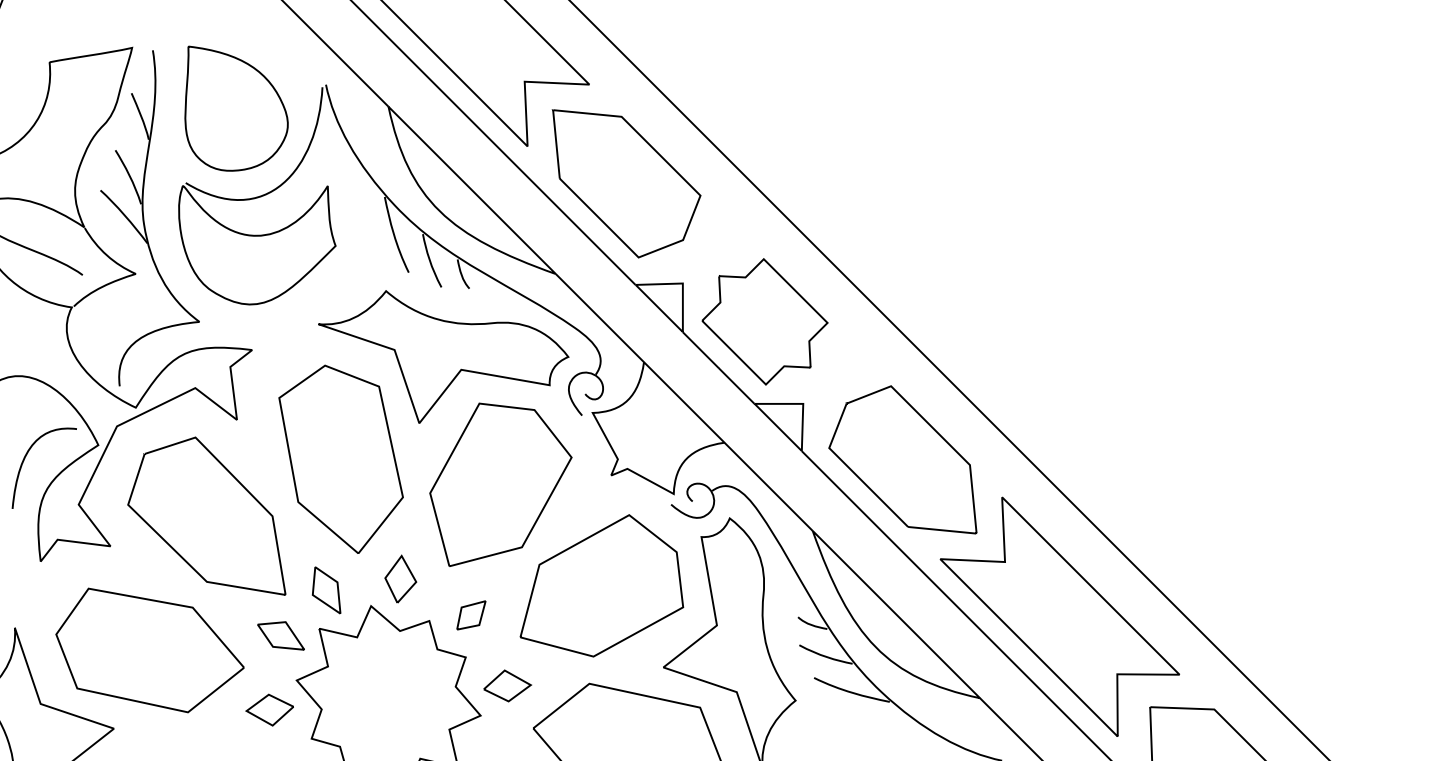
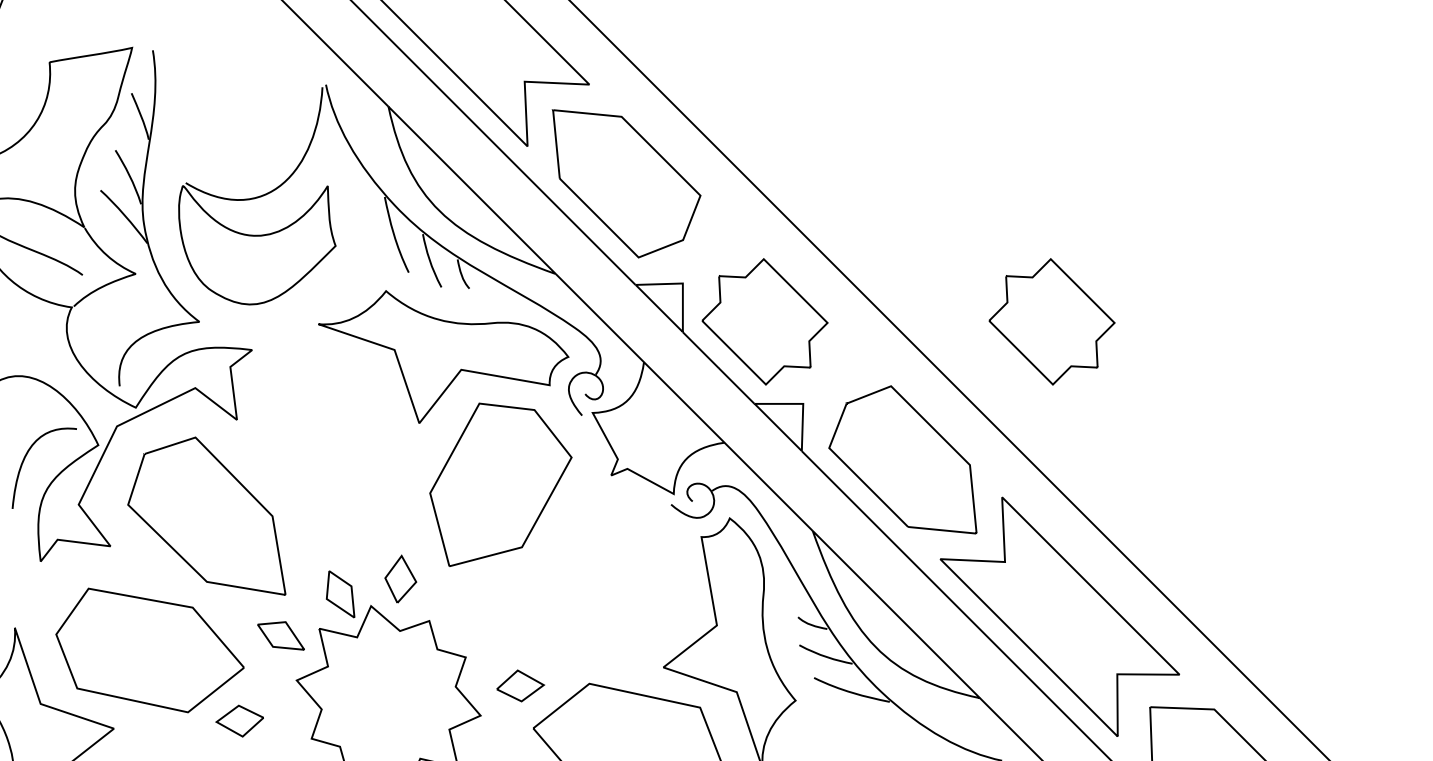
part at (236, 108): present -> none
part at (1051, 321): none -> present
part at (340, 458): present -> none
part at (601, 585): present -> none
part at (326, 590) position: (326, 590) -> (340, 594)
part at (471, 615): present -> none
part at (507, 685) position: (507, 685) -> (520, 685)
part at (269, 709) position: (269, 709) -> (239, 720)
